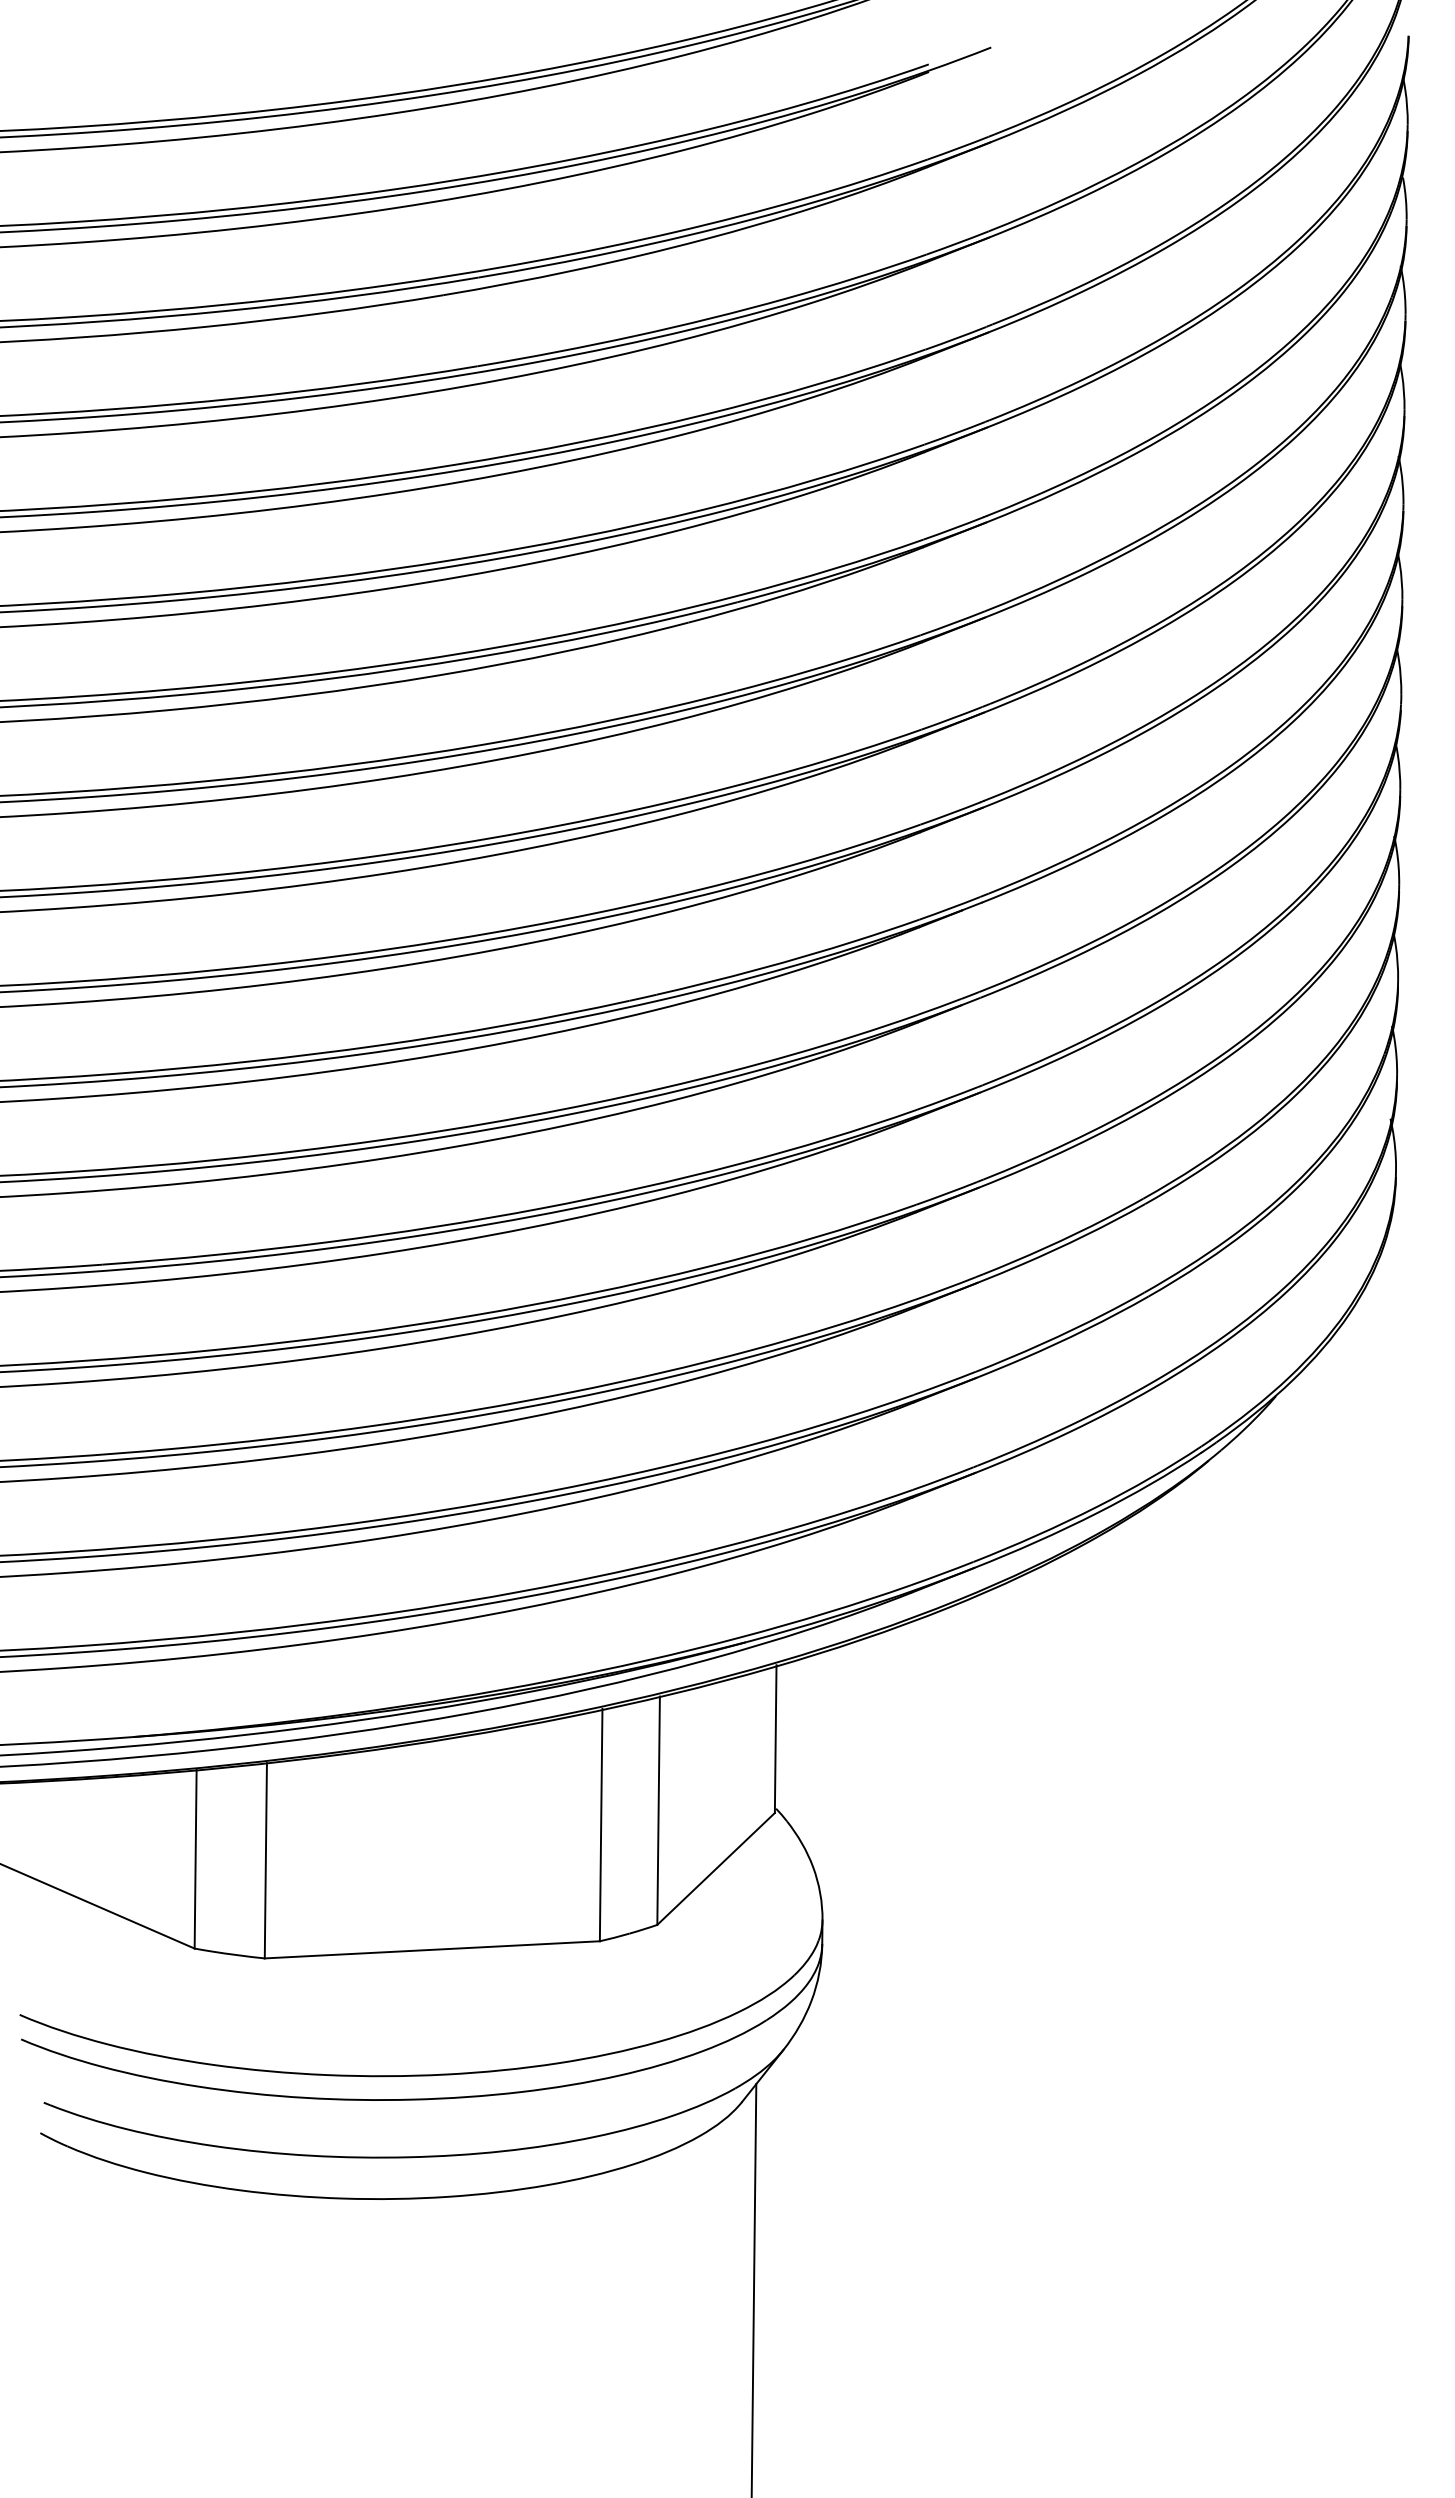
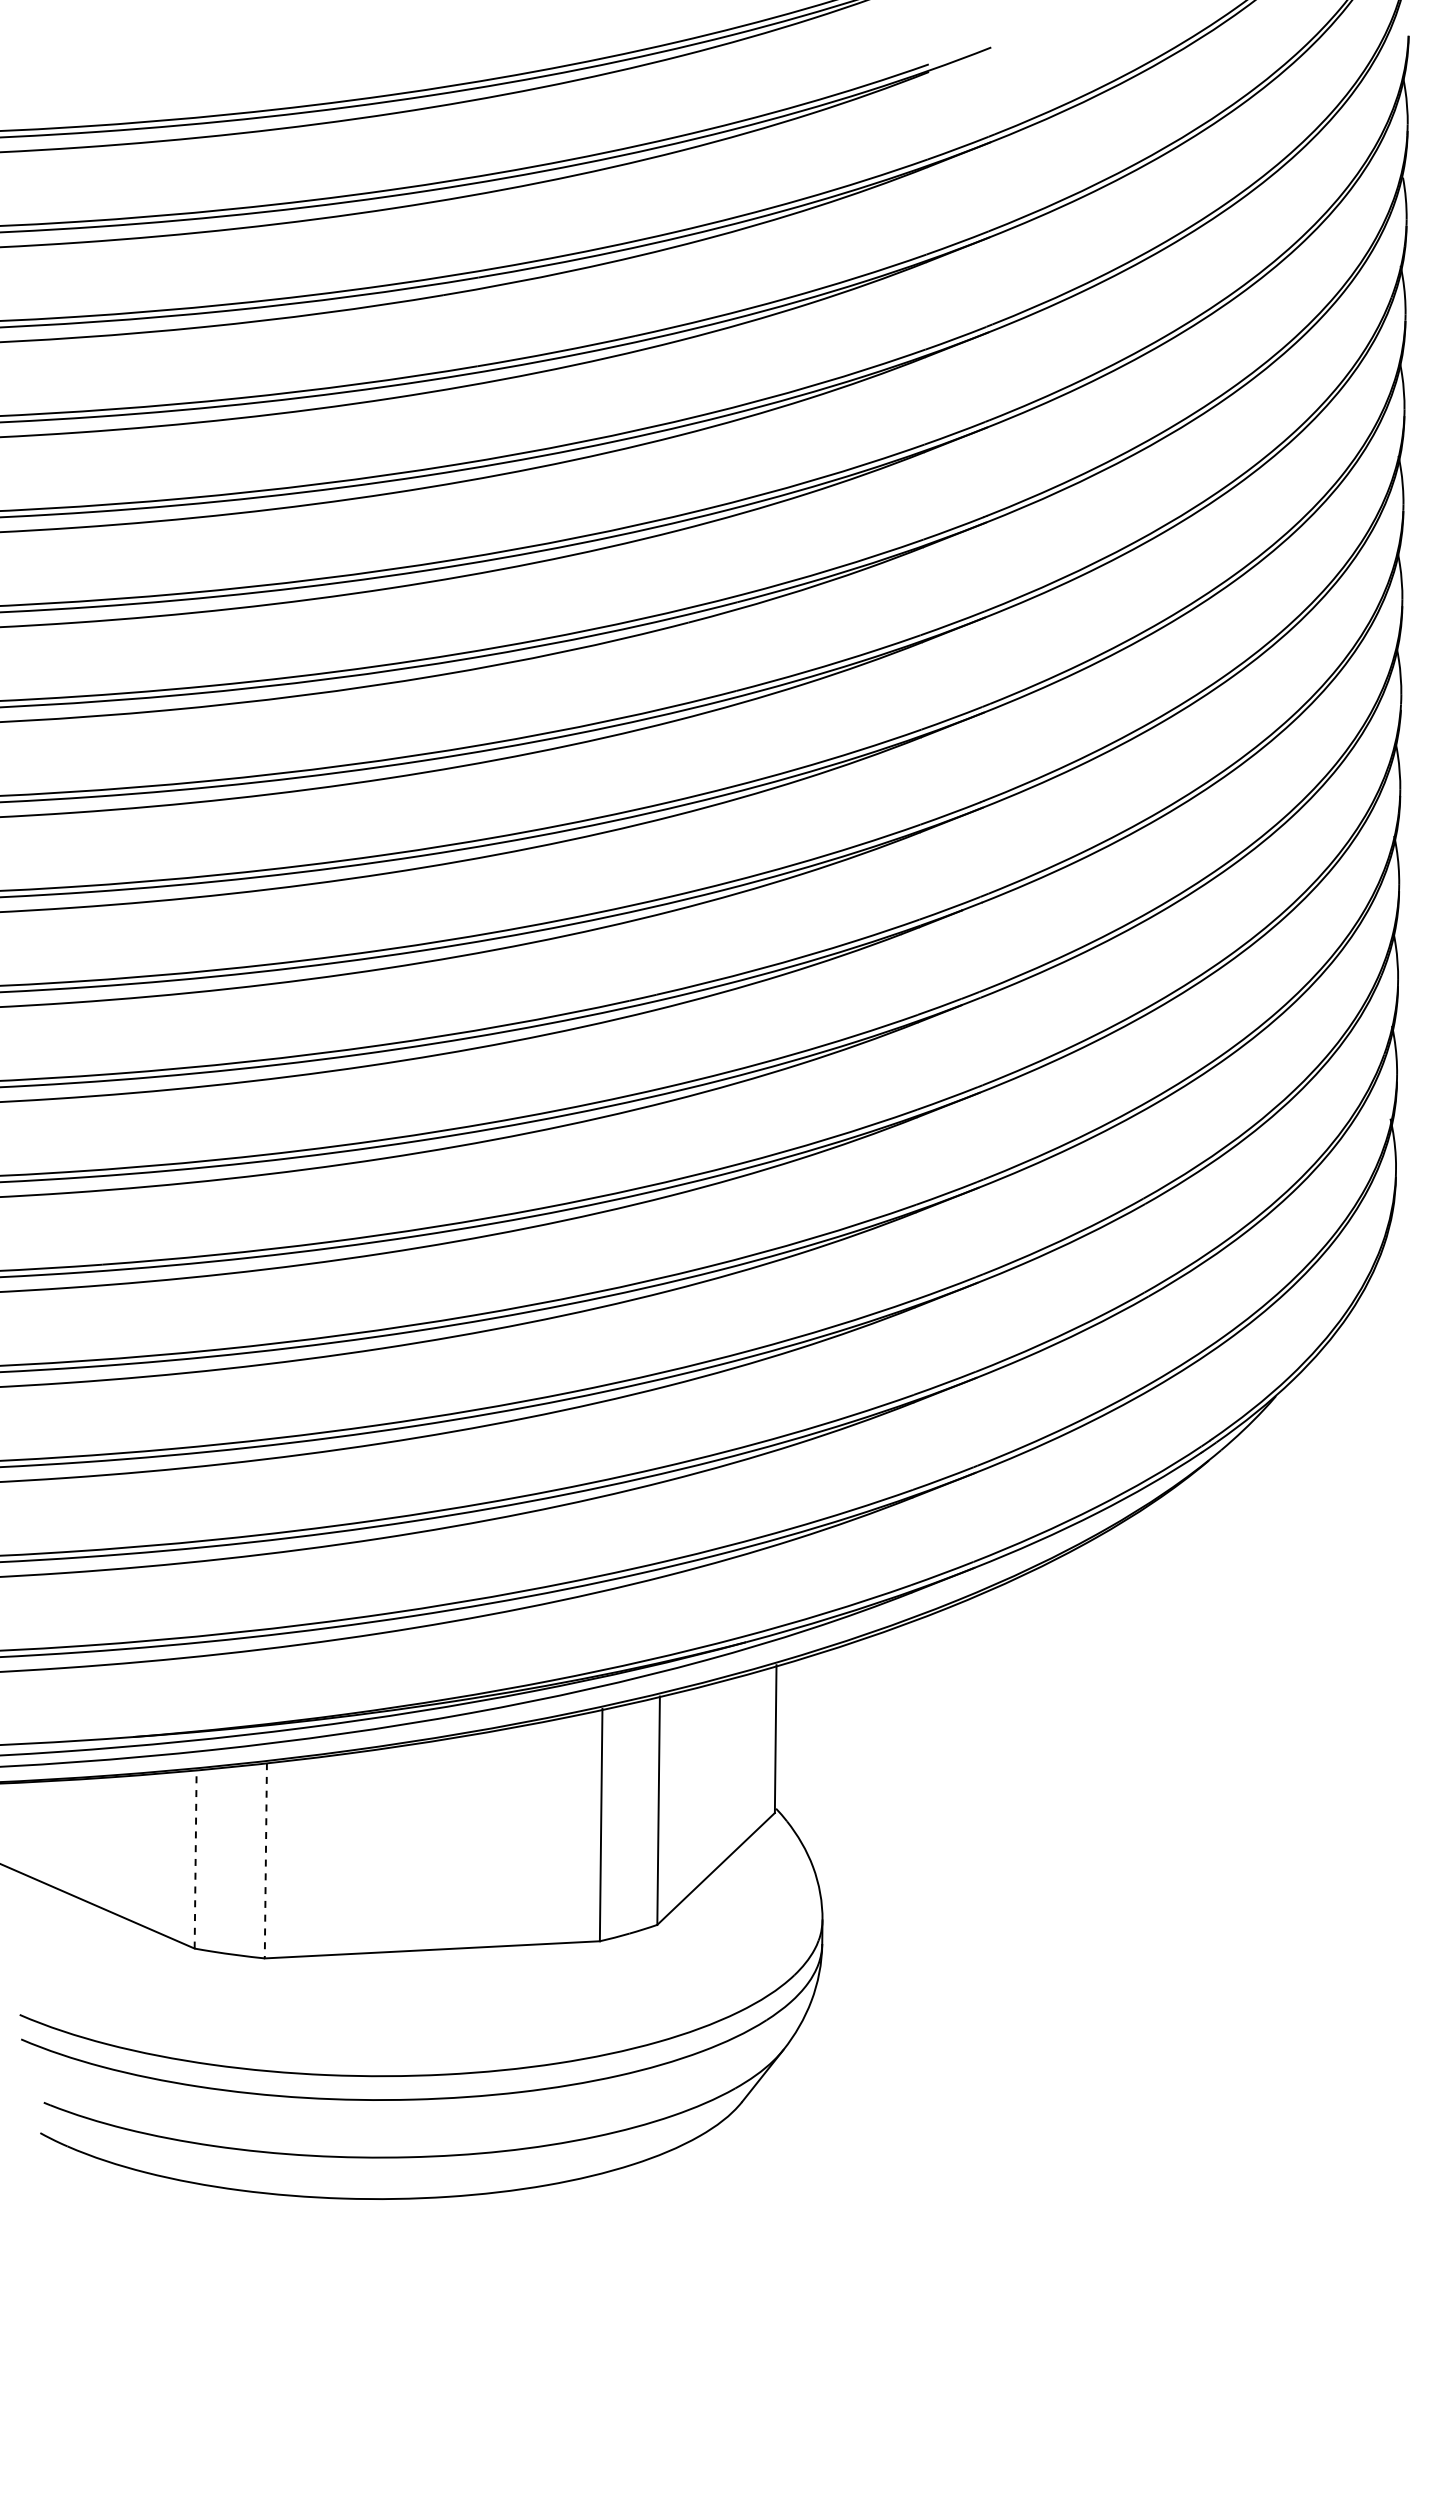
line at (195, 1858): solid -> dashed
line at (265, 1860): solid -> dashed
line at (753, 2289): present -> none
